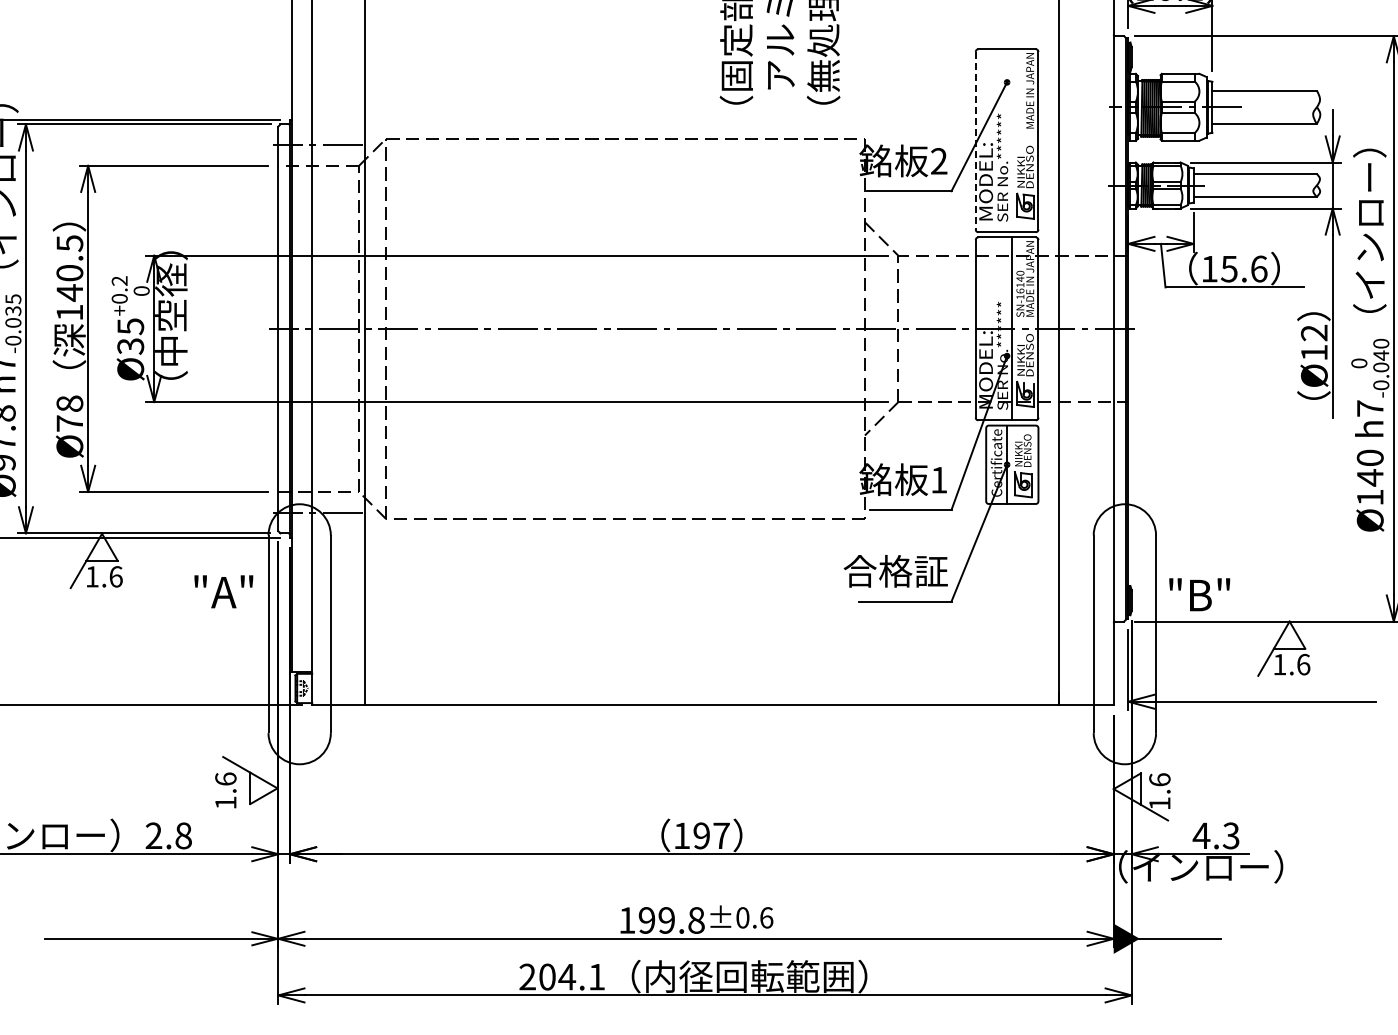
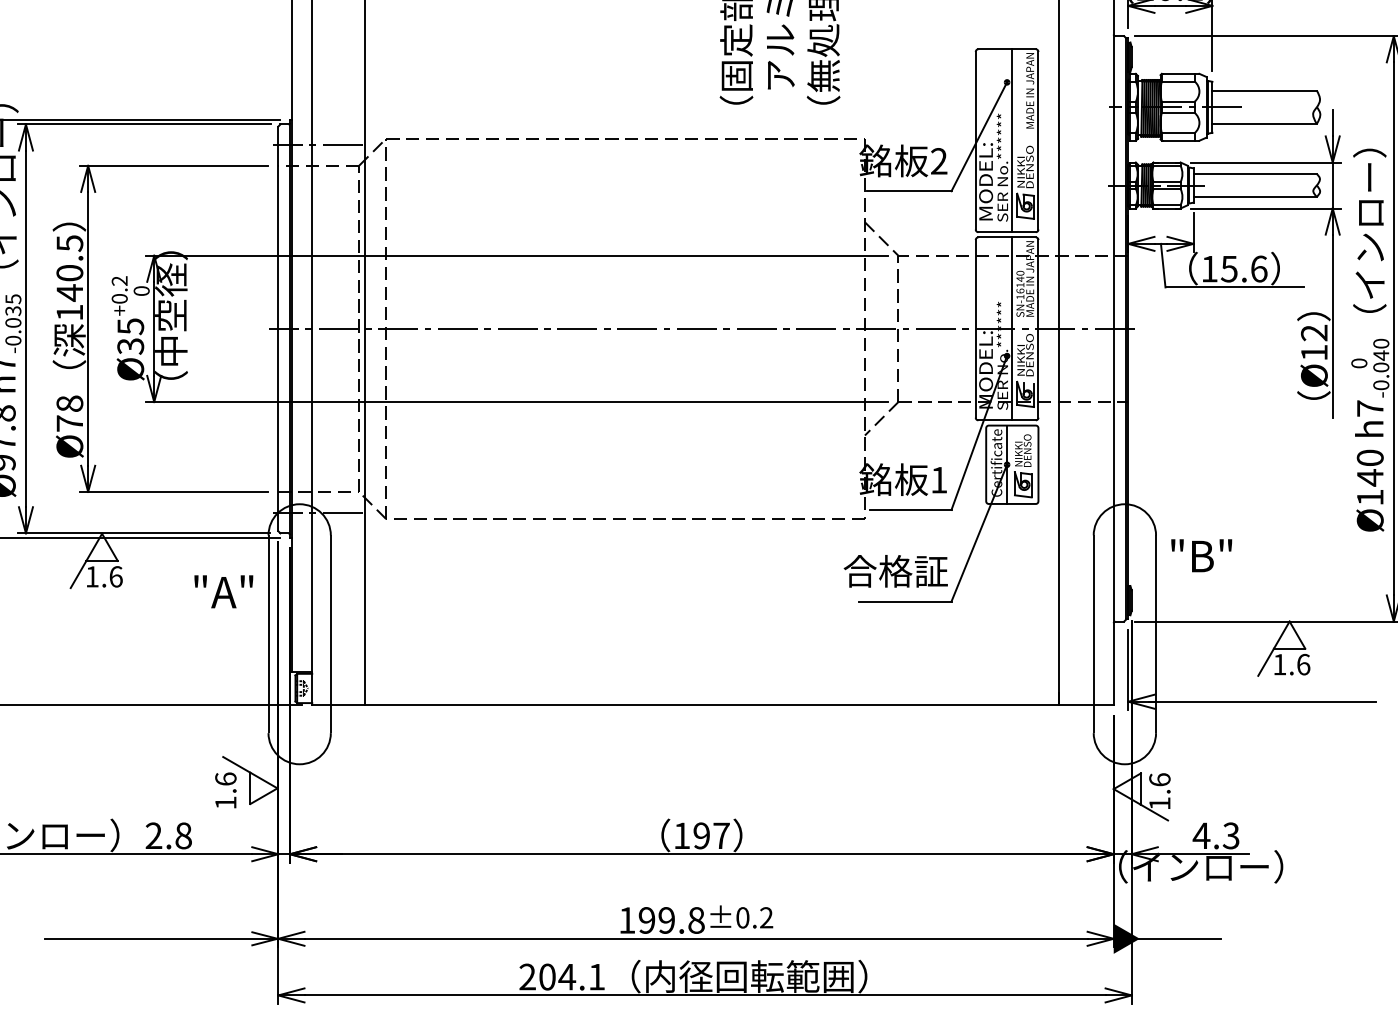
line at (975, 140): dashed -> solid
line at (1012, 140): none -> present
text at (1199, 594) position: (1199, 594) -> (1201, 555)
text at (766, 917): ±0.6 -> ±0.2
